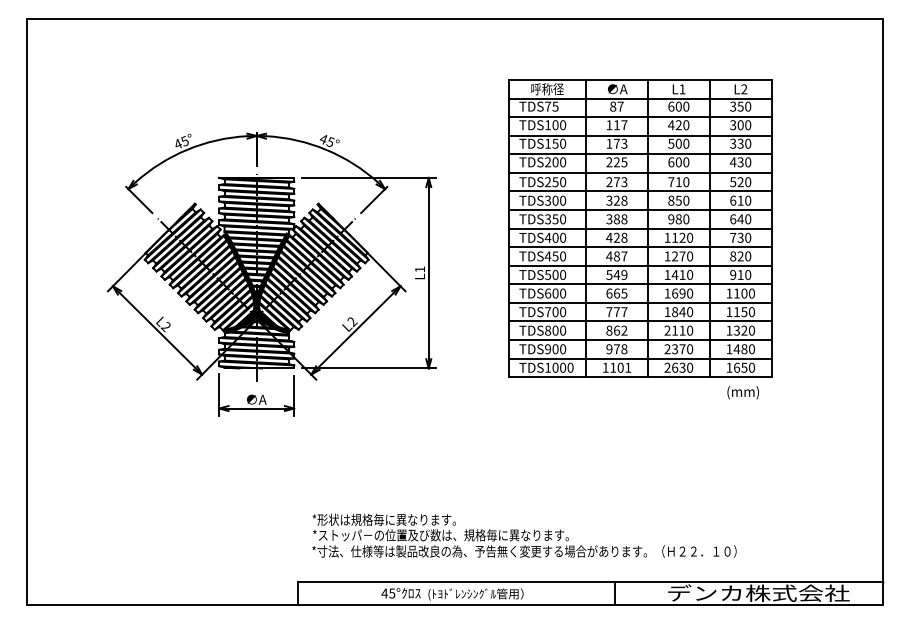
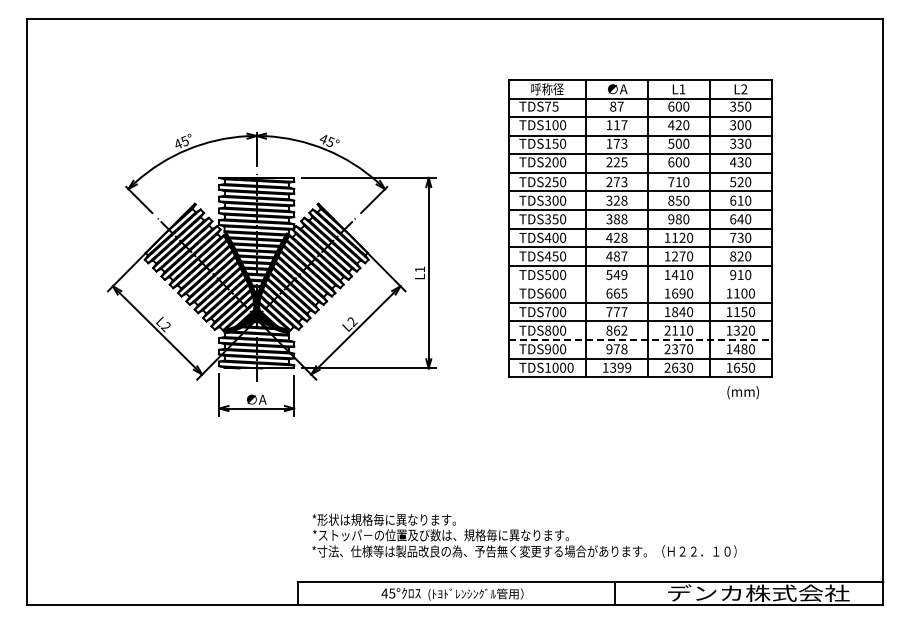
line at (639, 284): present -> none
line at (640, 339): solid -> dashed
text at (620, 367): 1101 -> 1399
